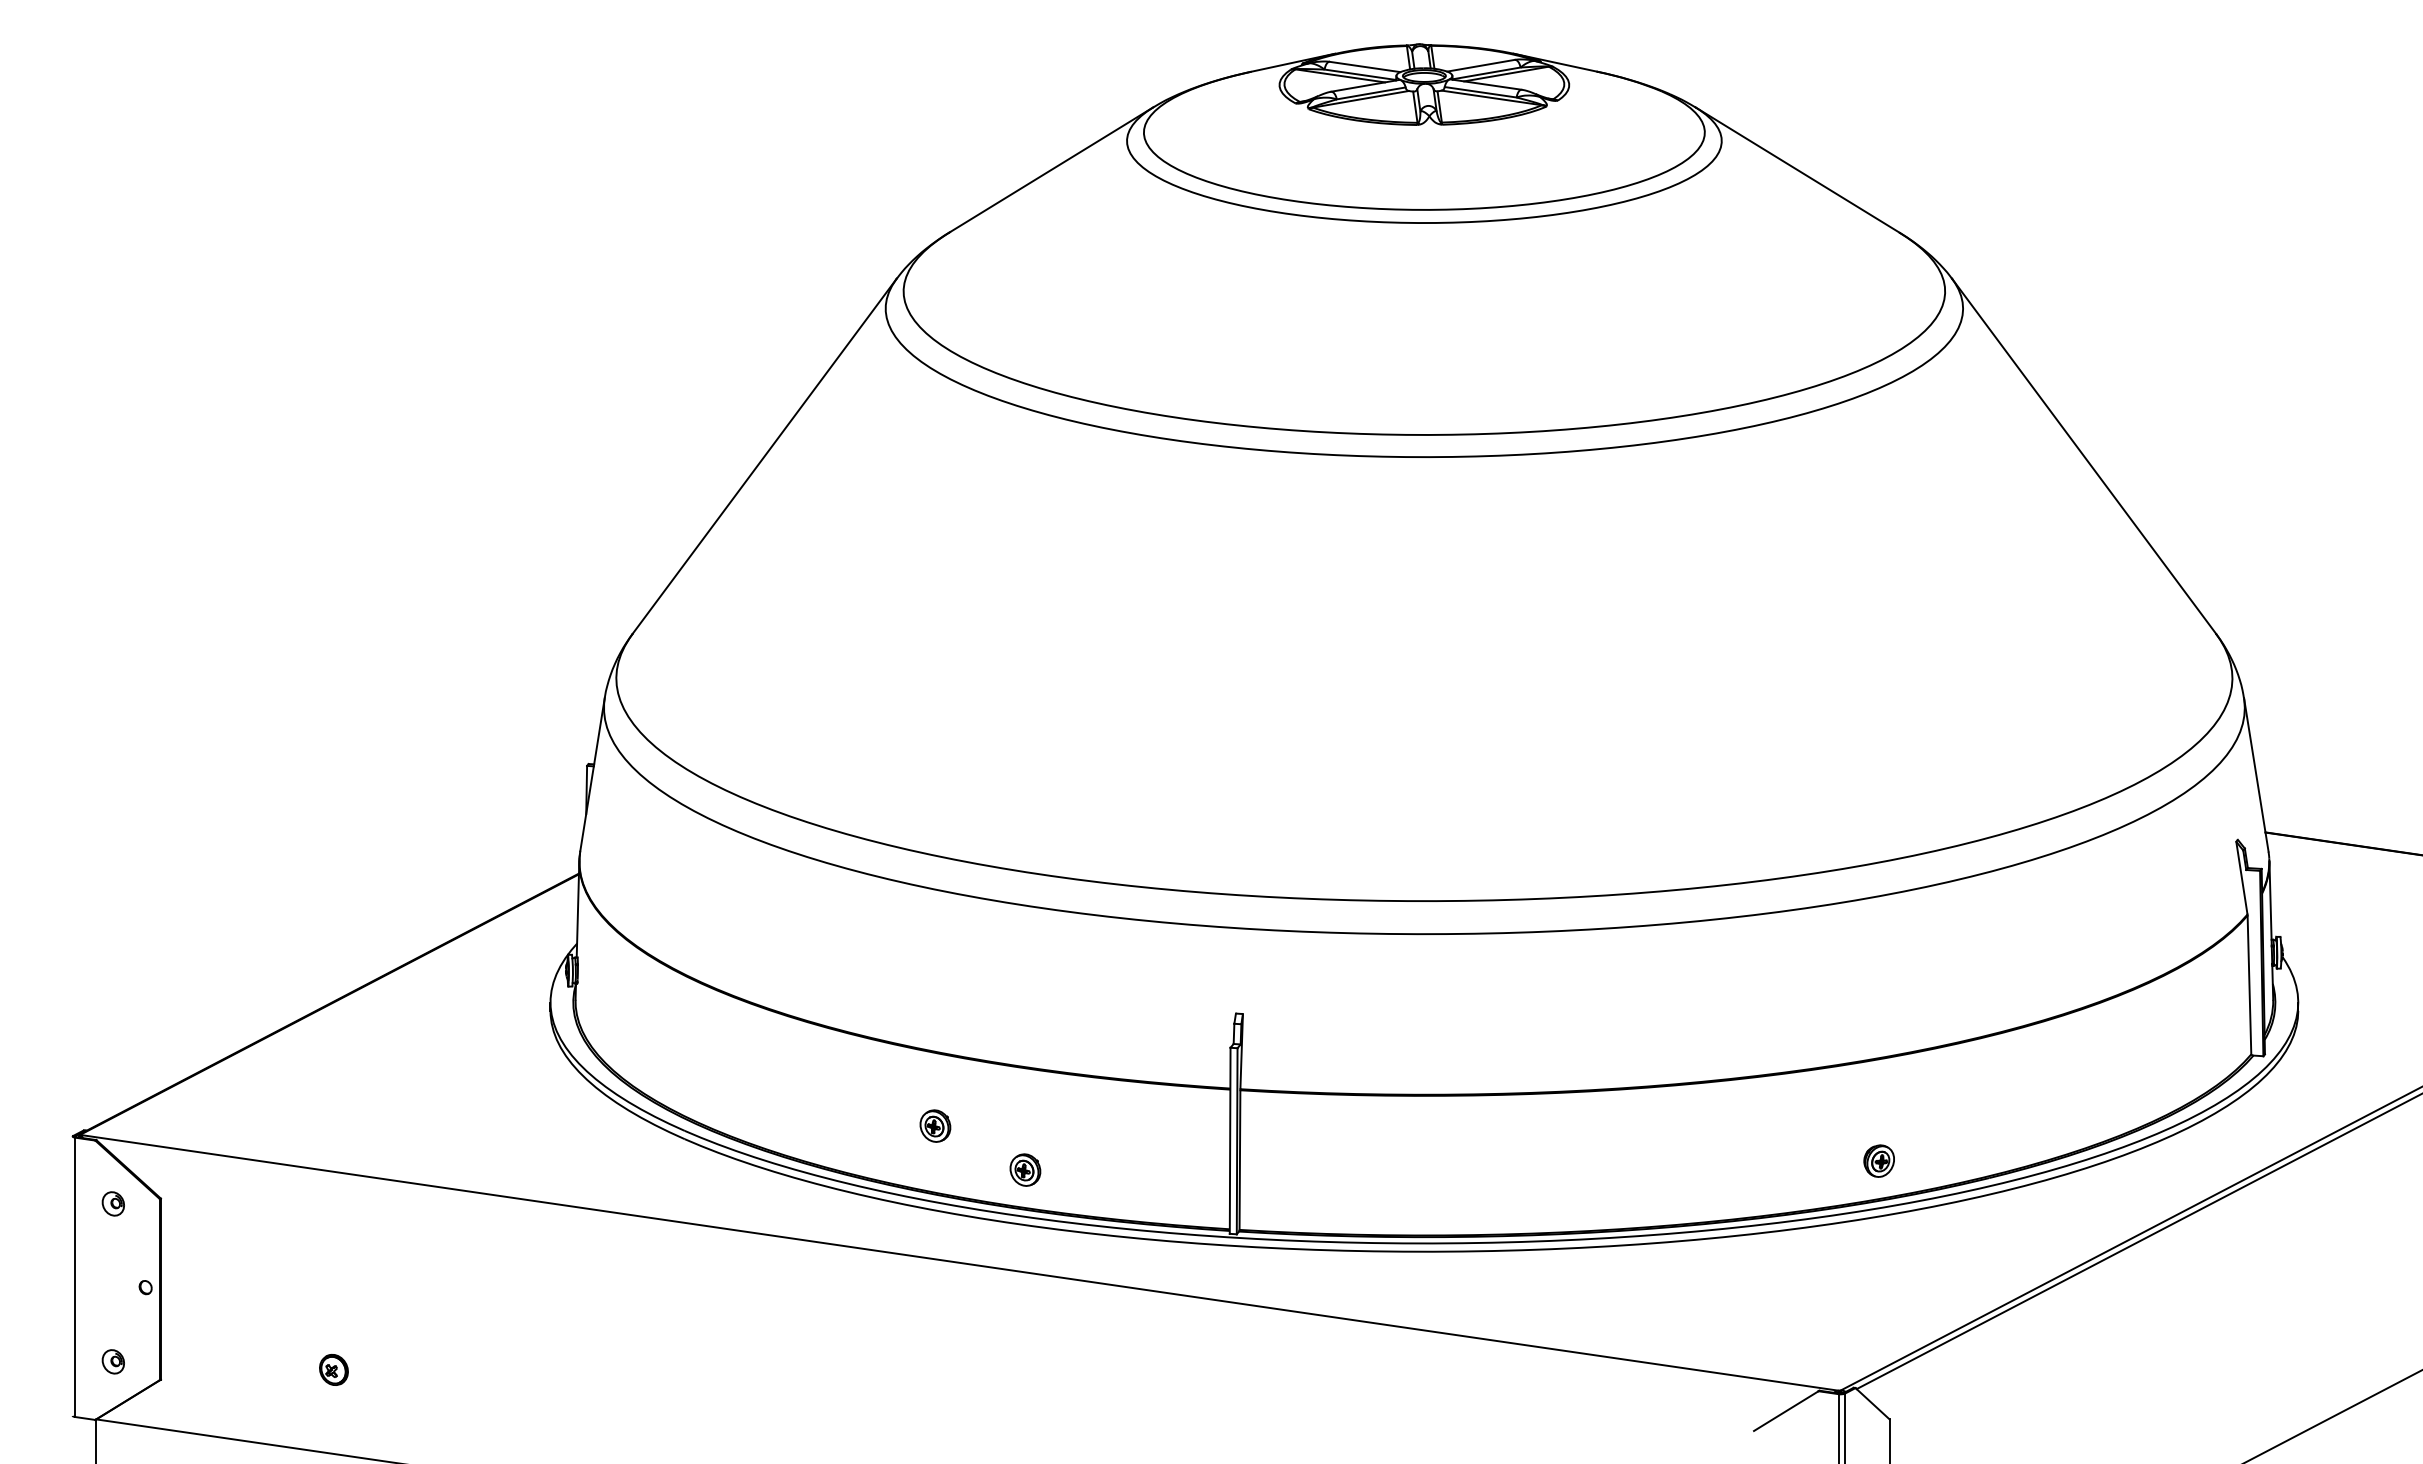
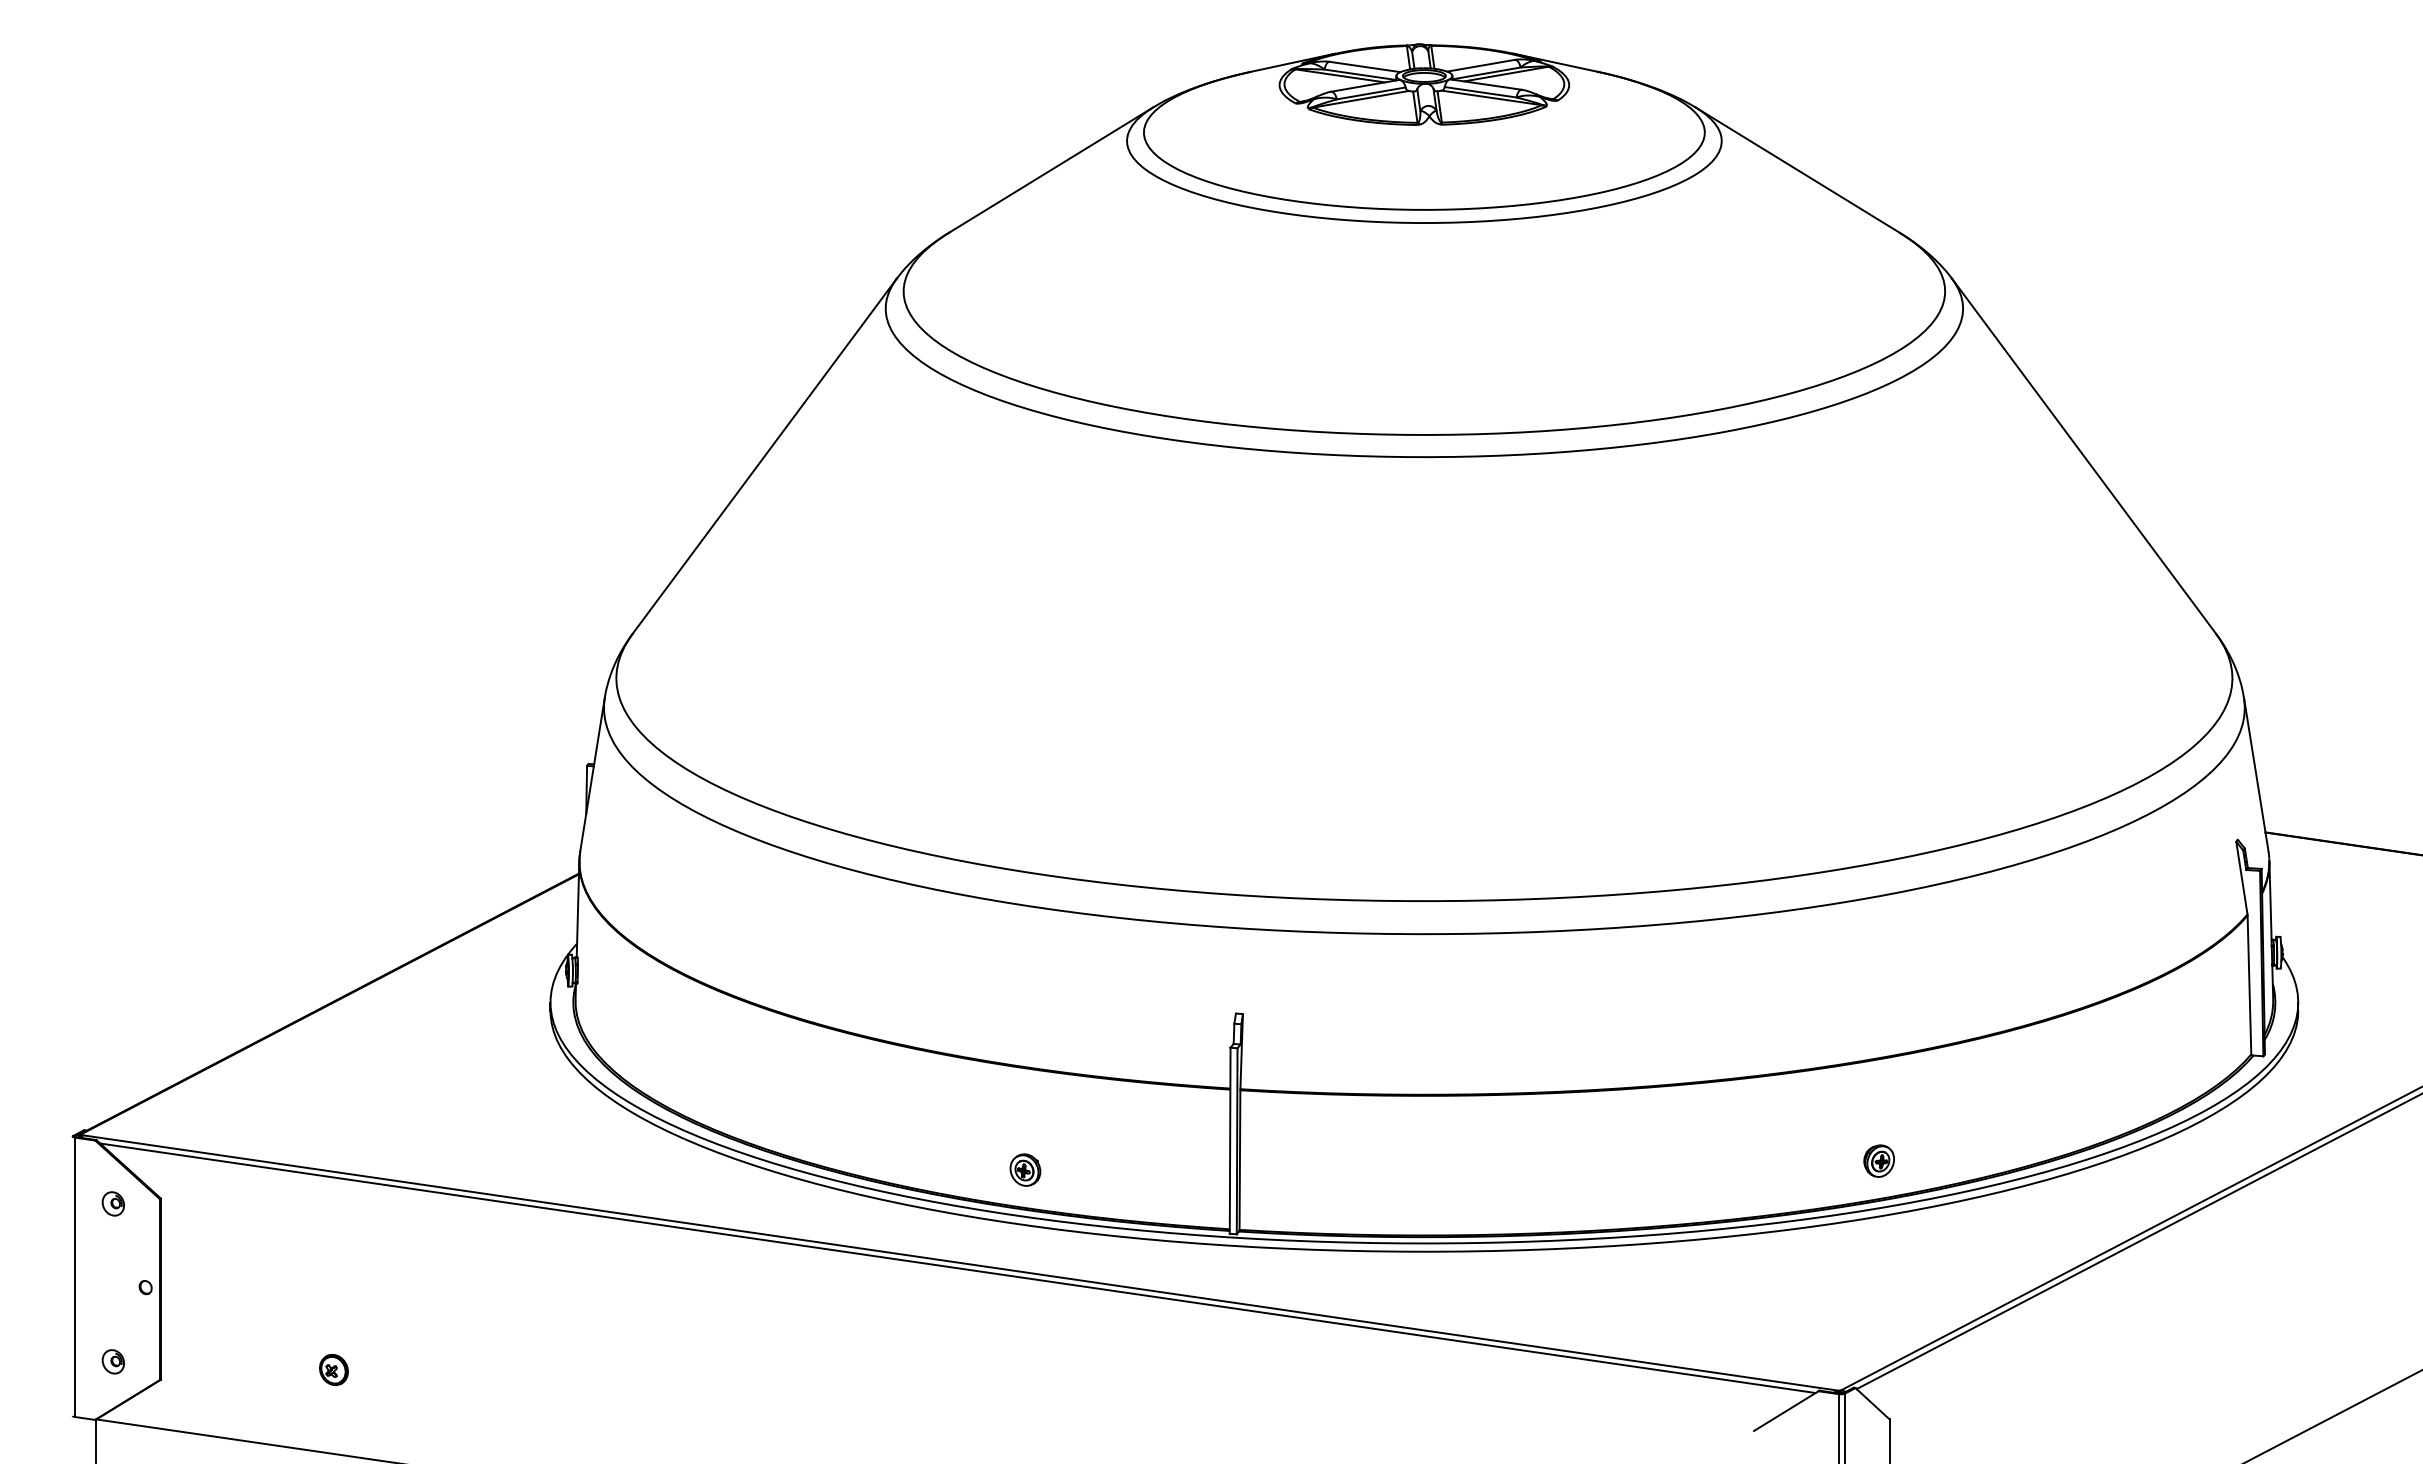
part at (935, 1125): present -> none
line at (957, 1268): none -> present
